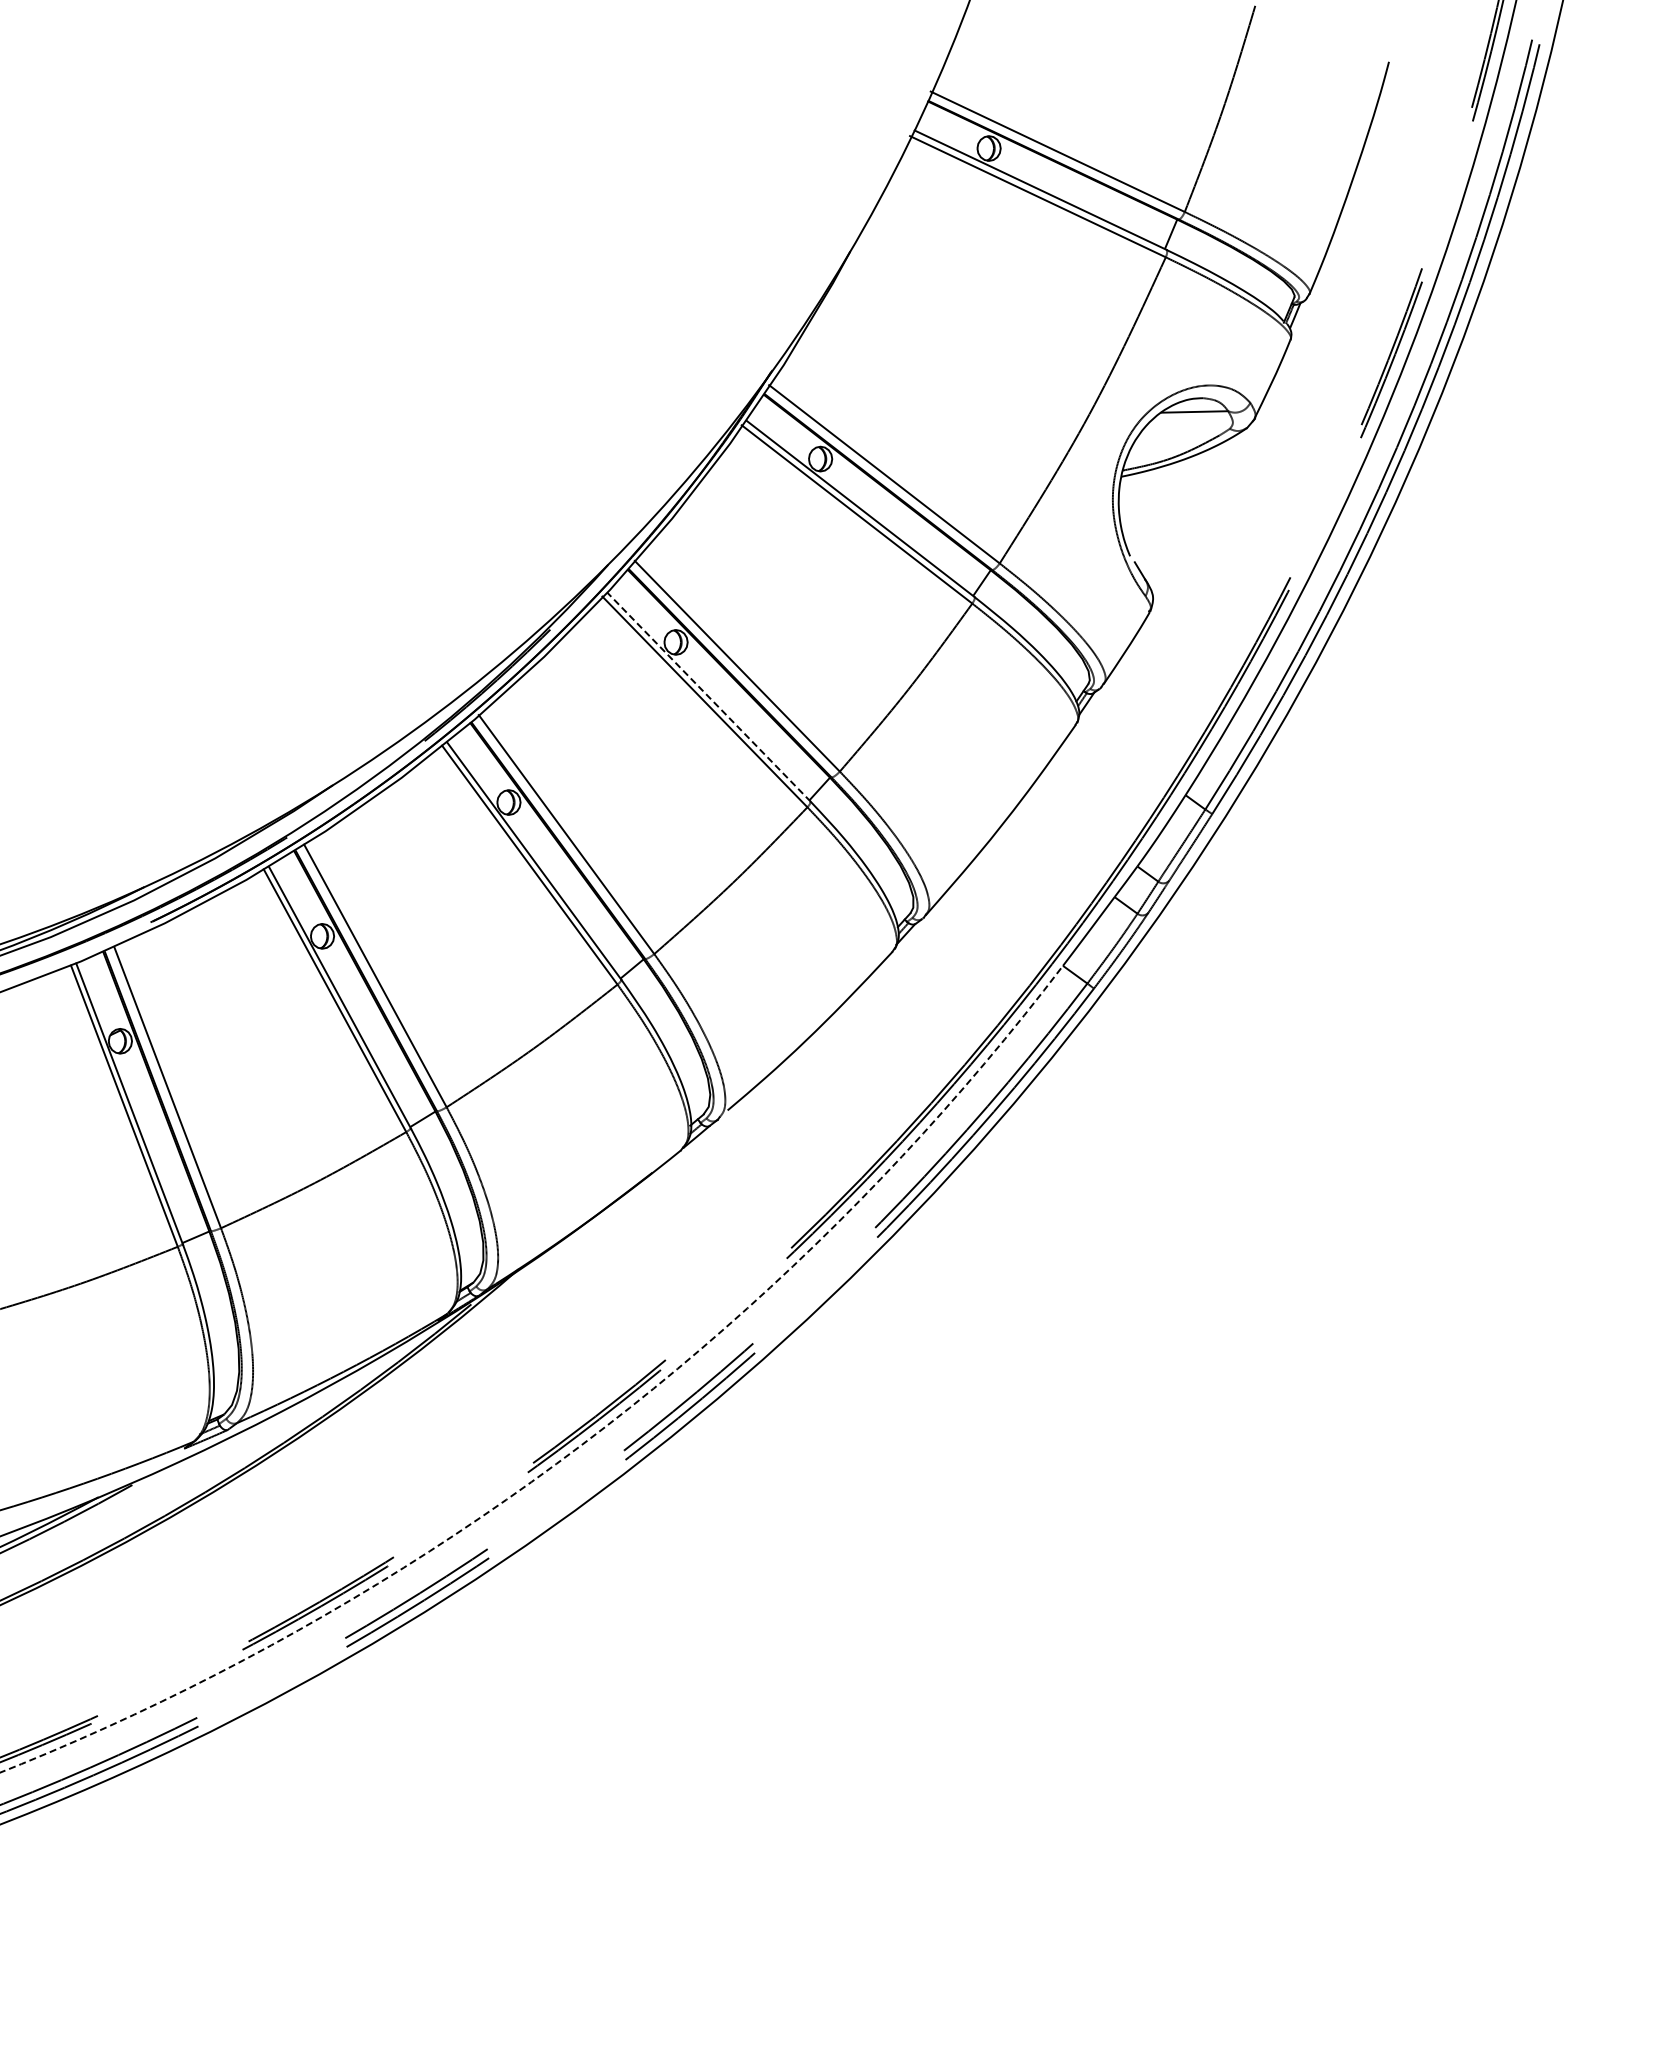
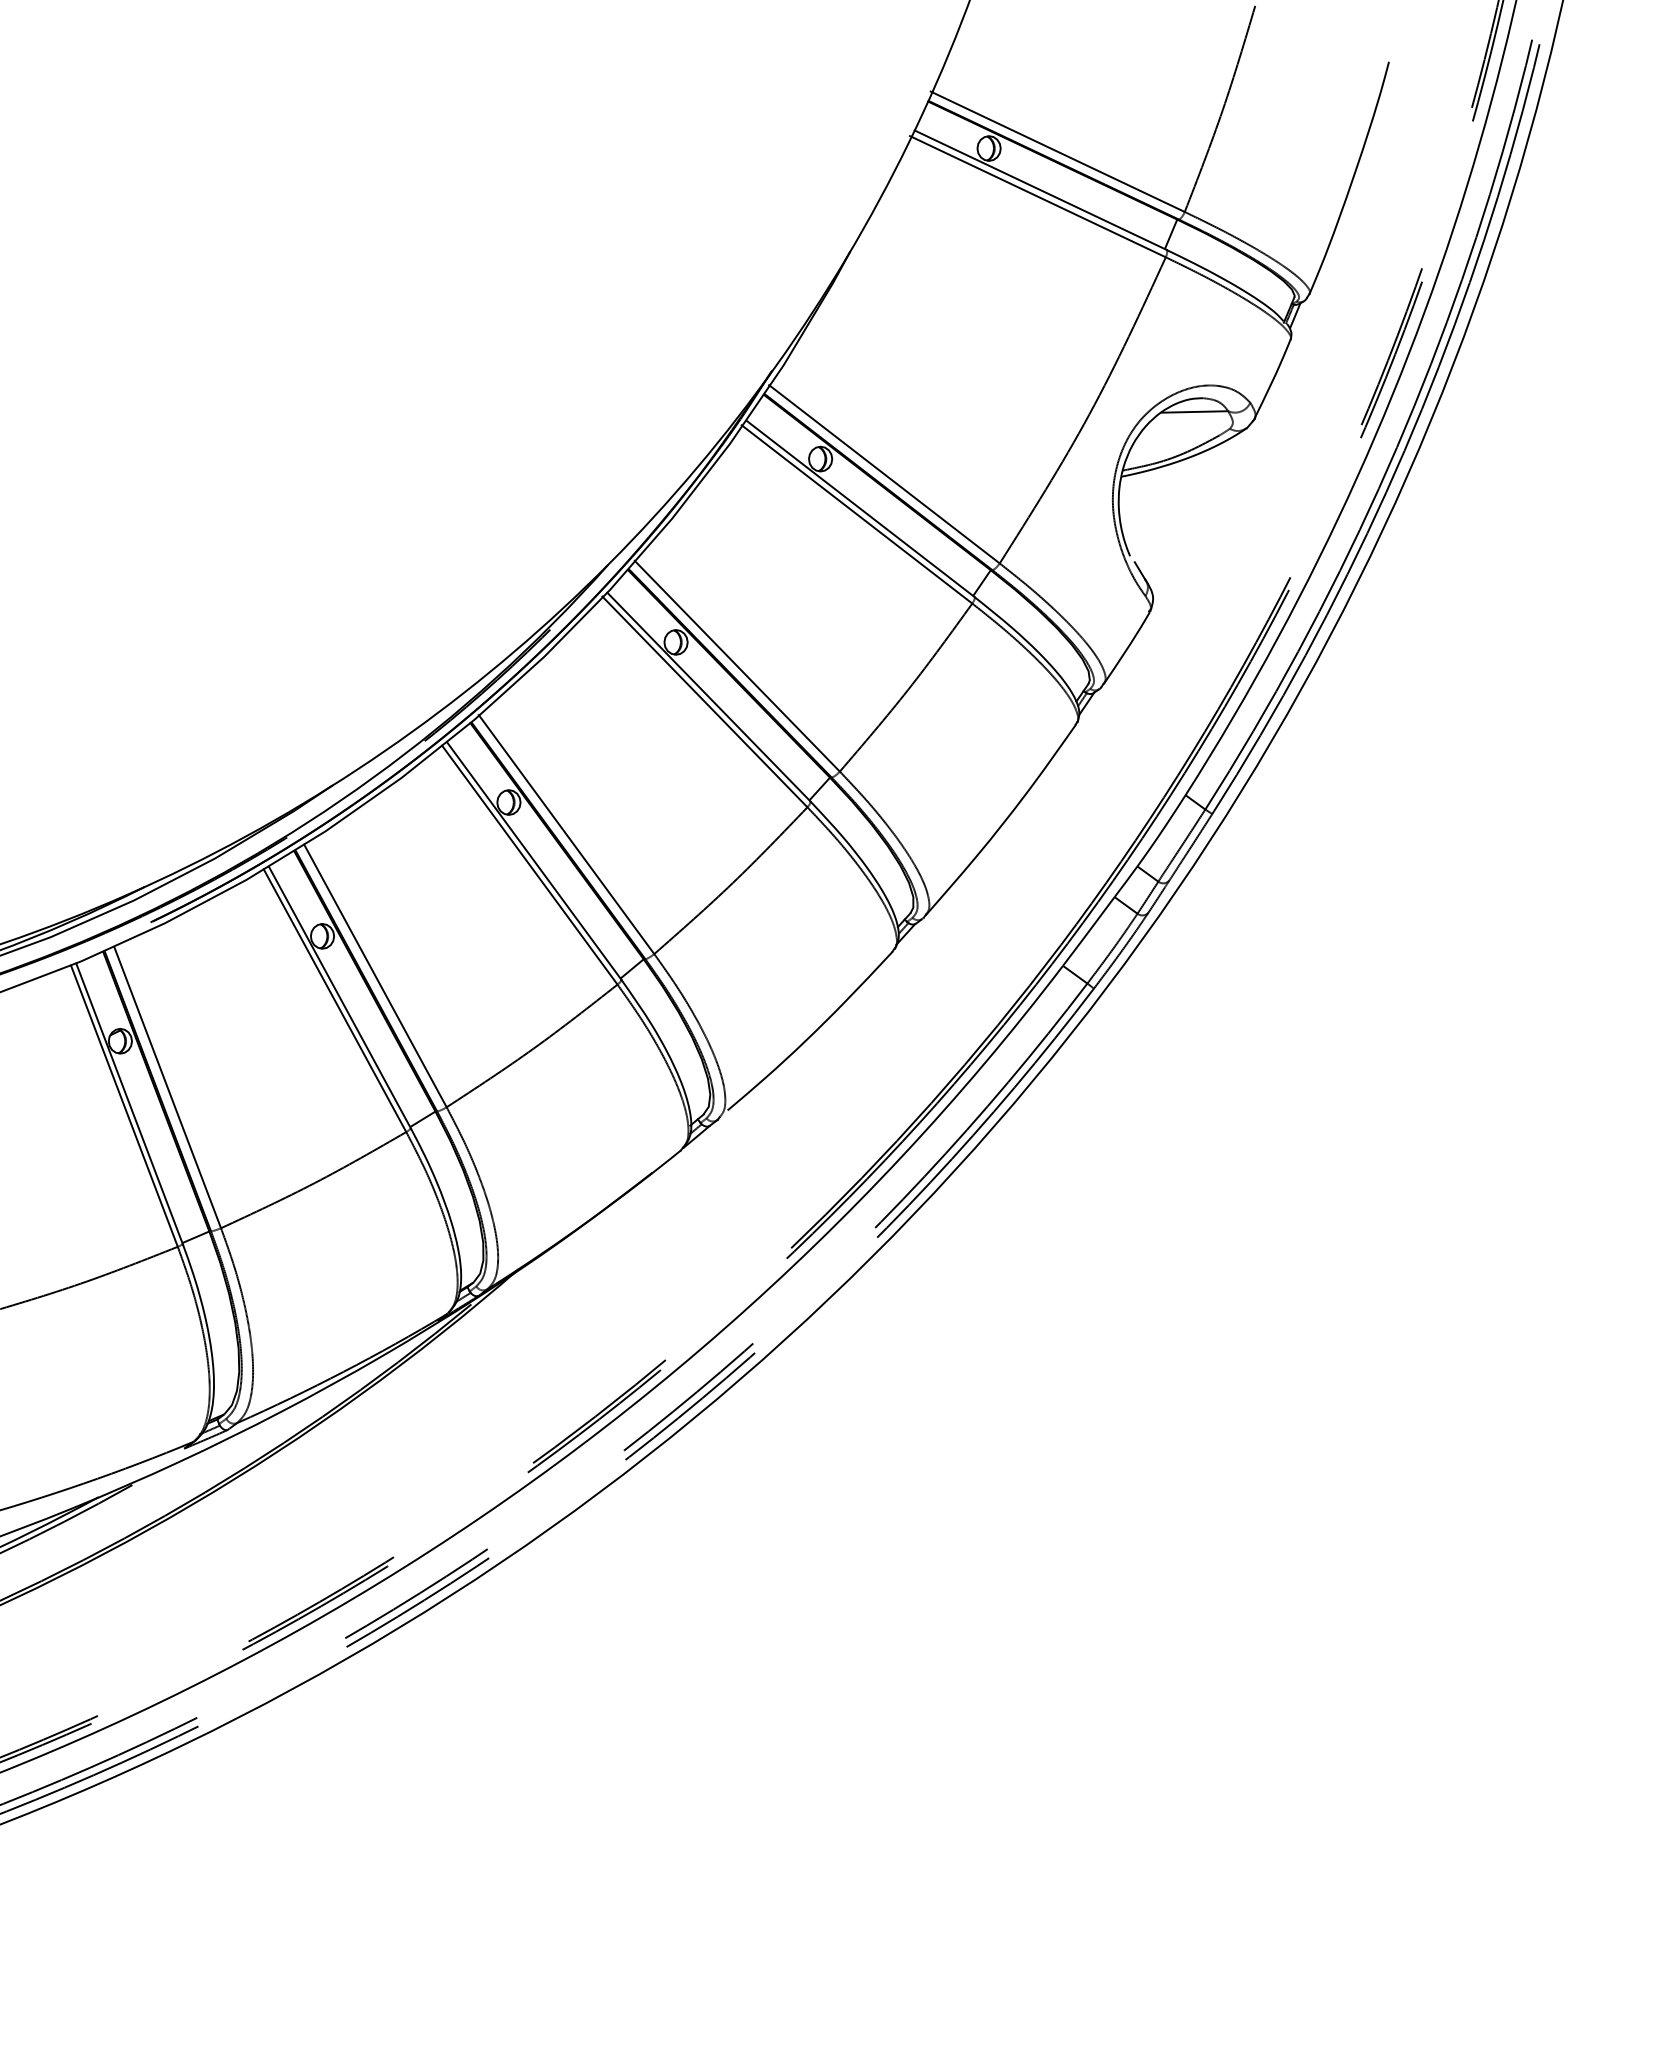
line at (709, 697): dashed -> solid
arc at (585, 1441): dashed -> solid
